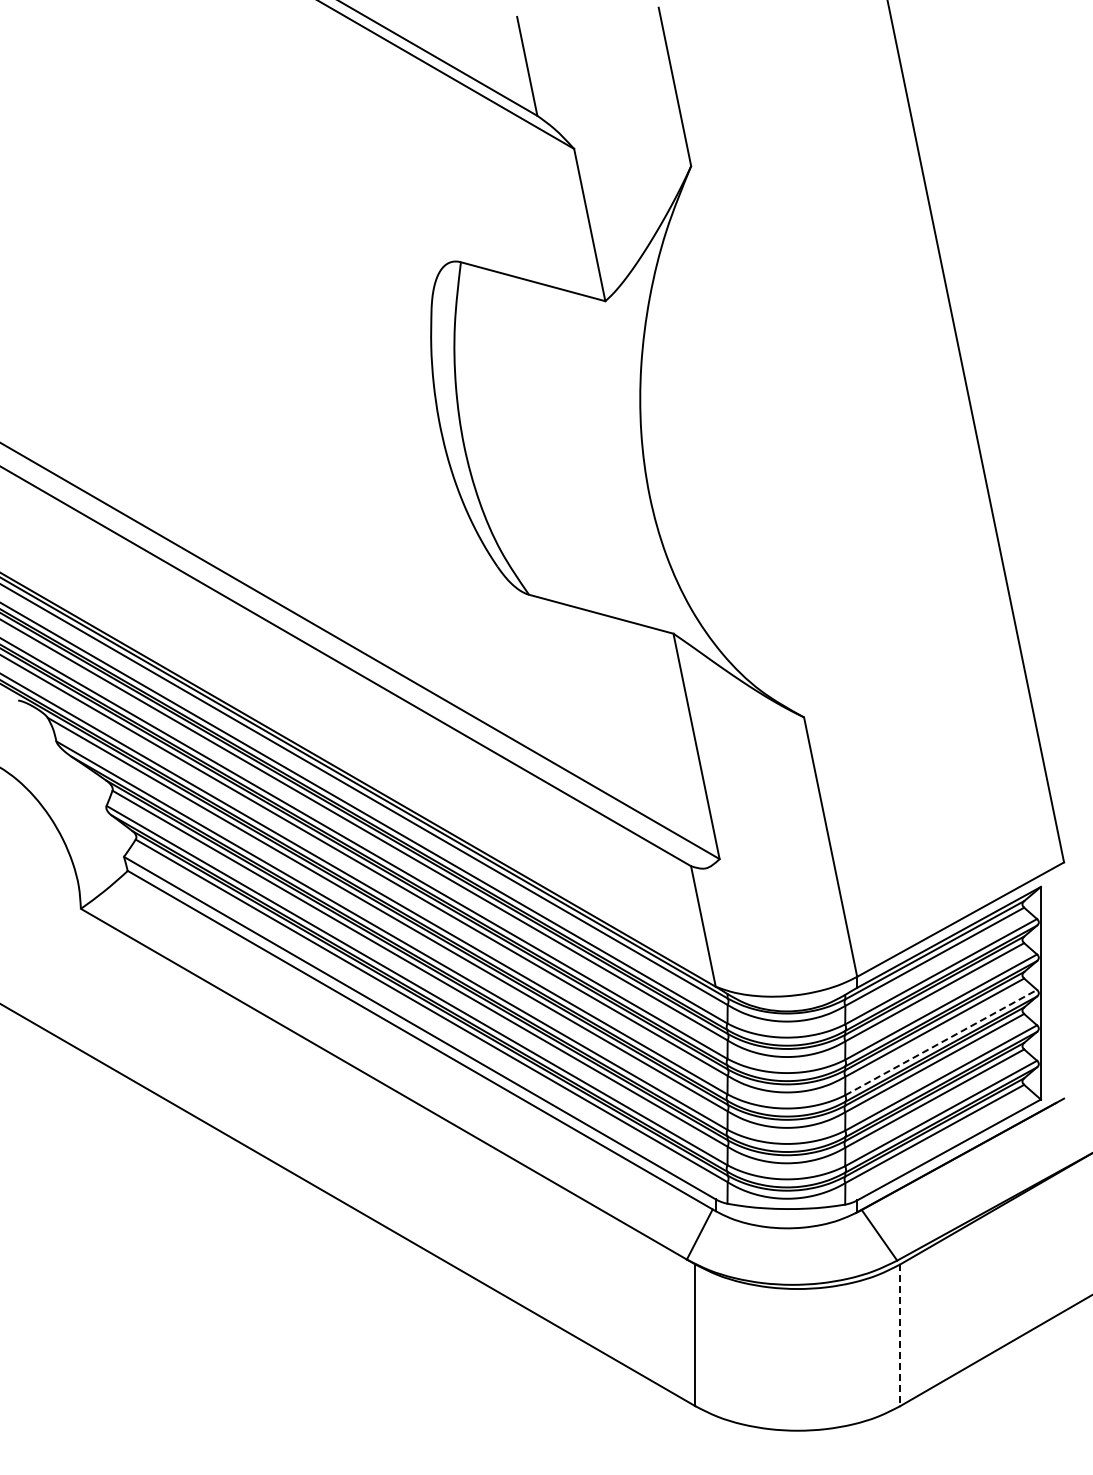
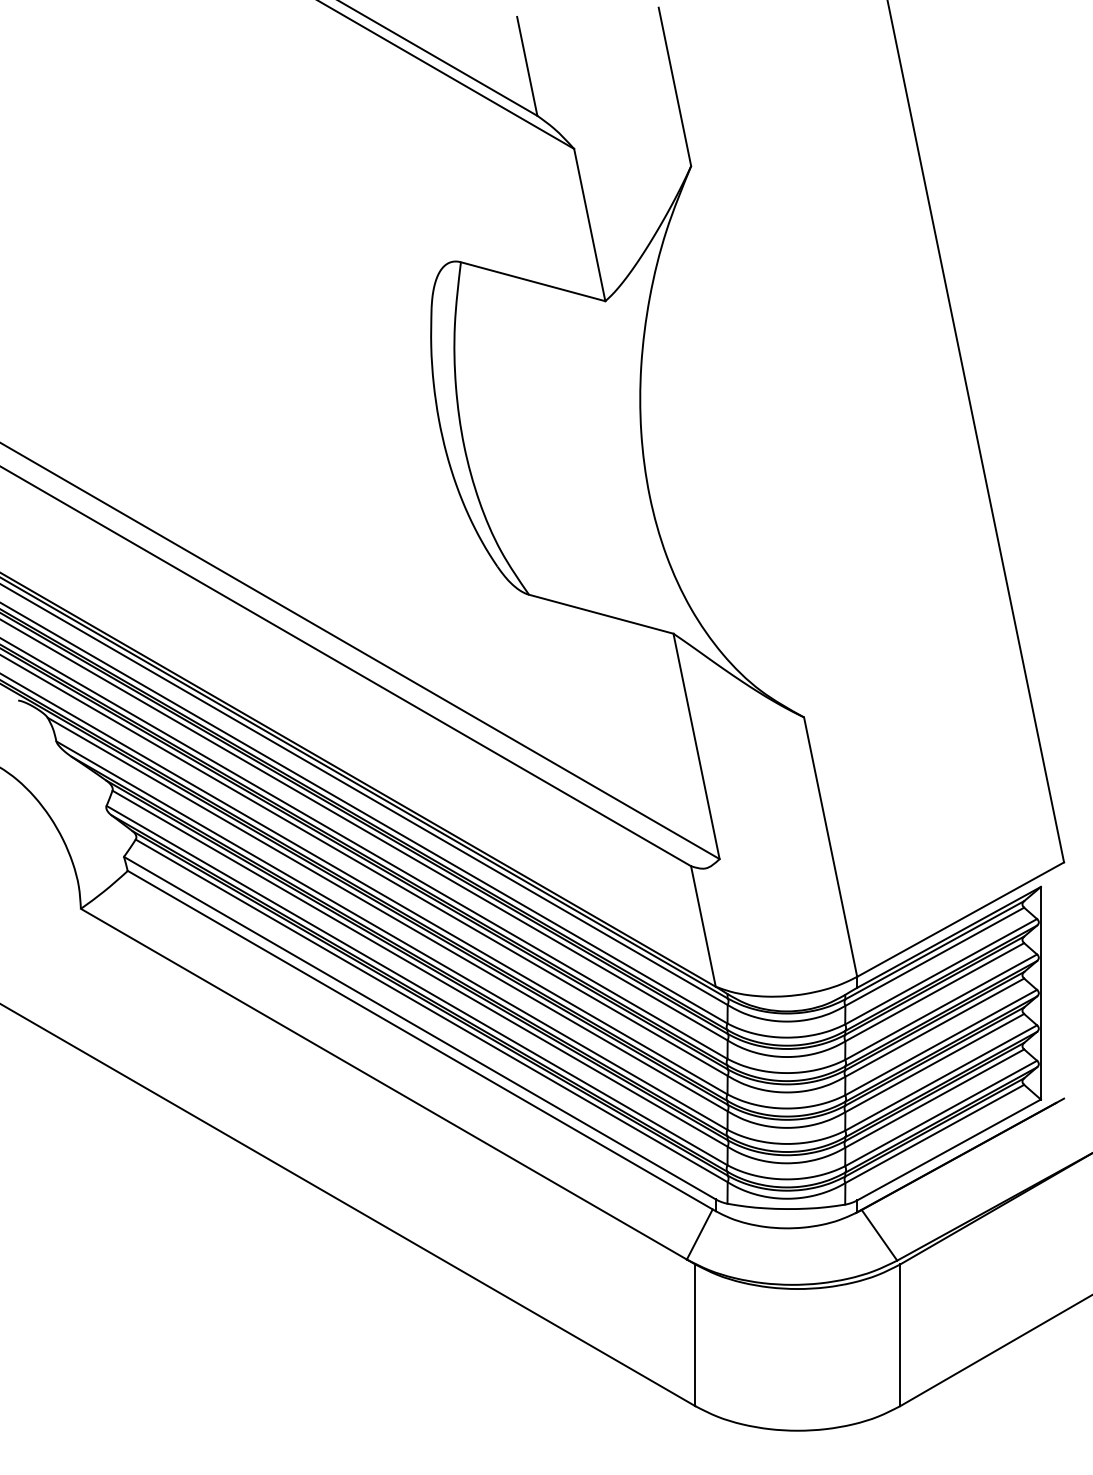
line at (941, 1042): dashed -> solid
line at (900, 1335): dashed -> solid
